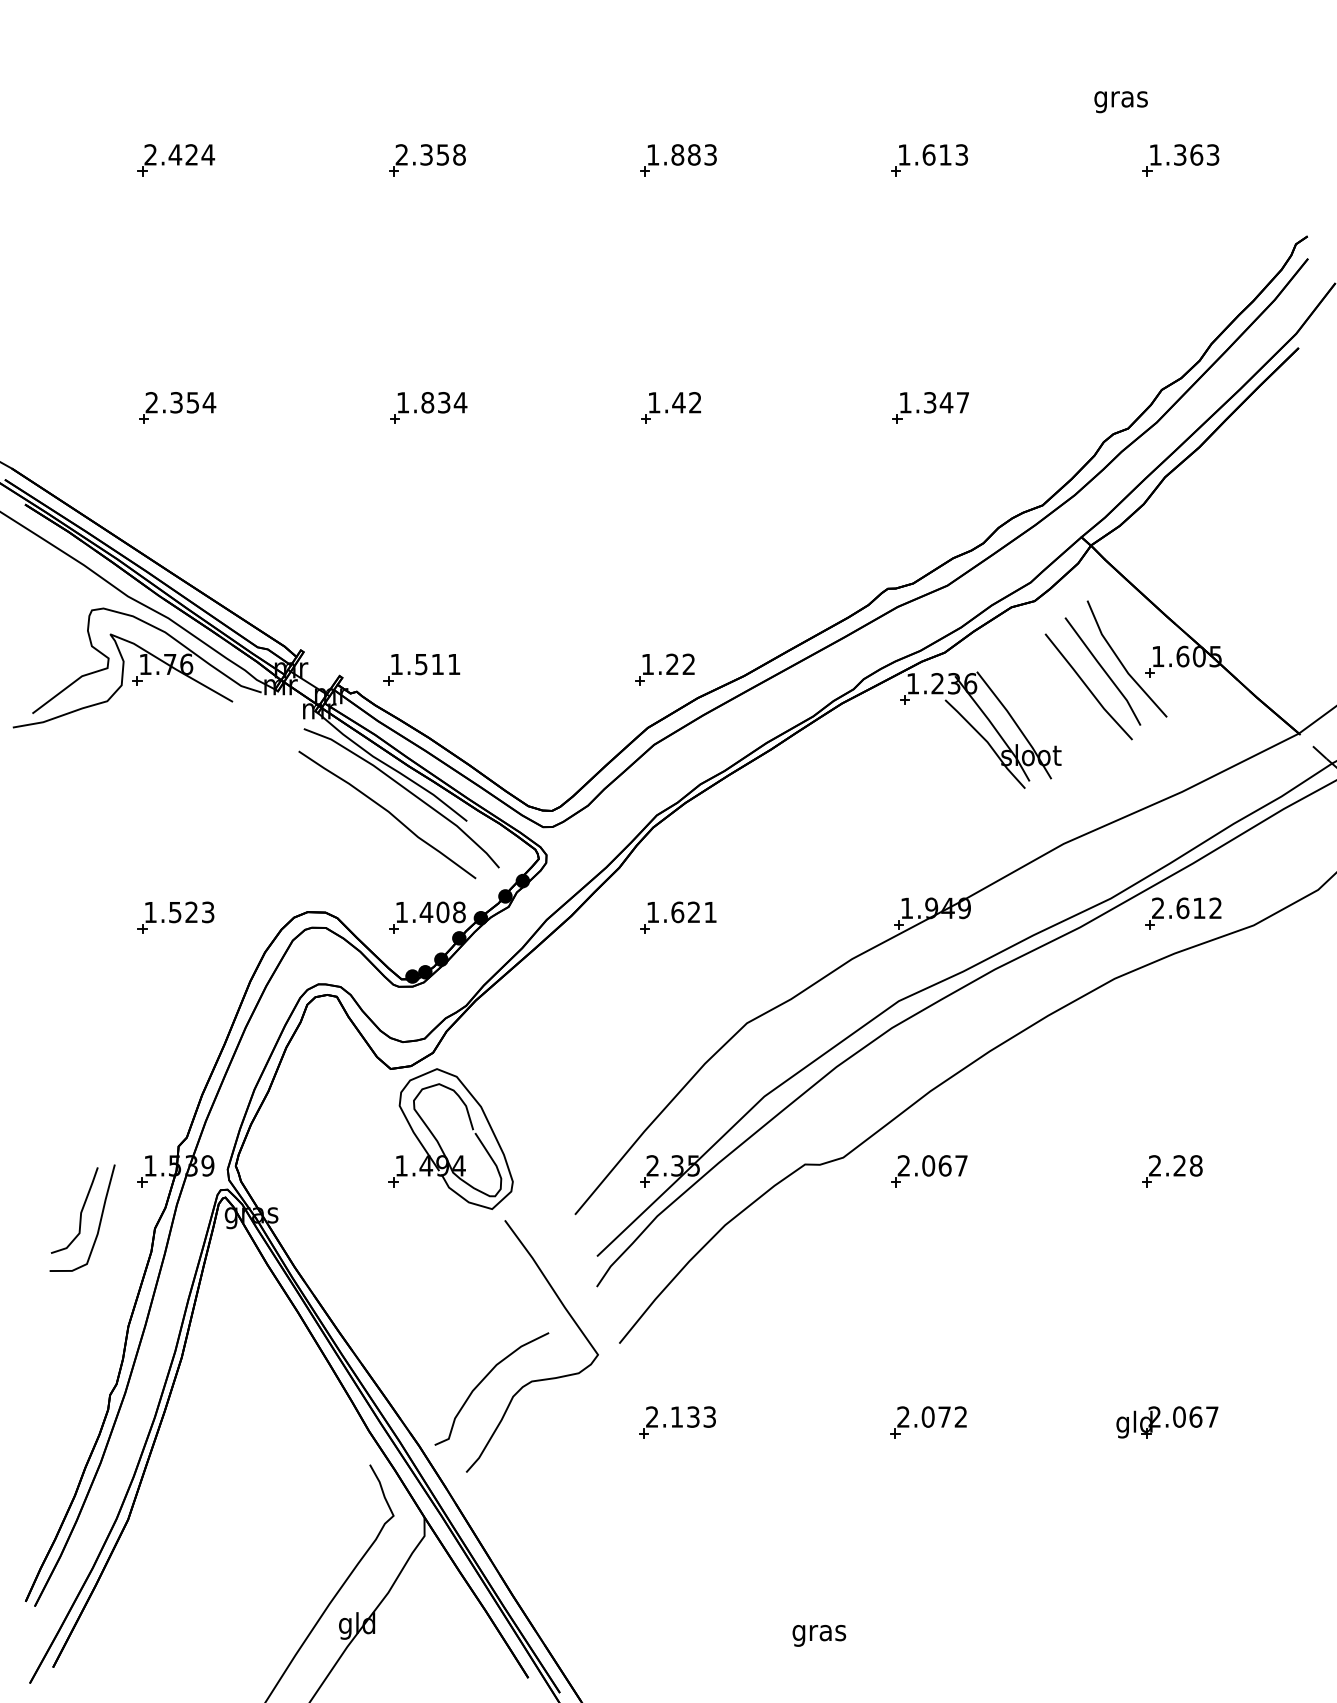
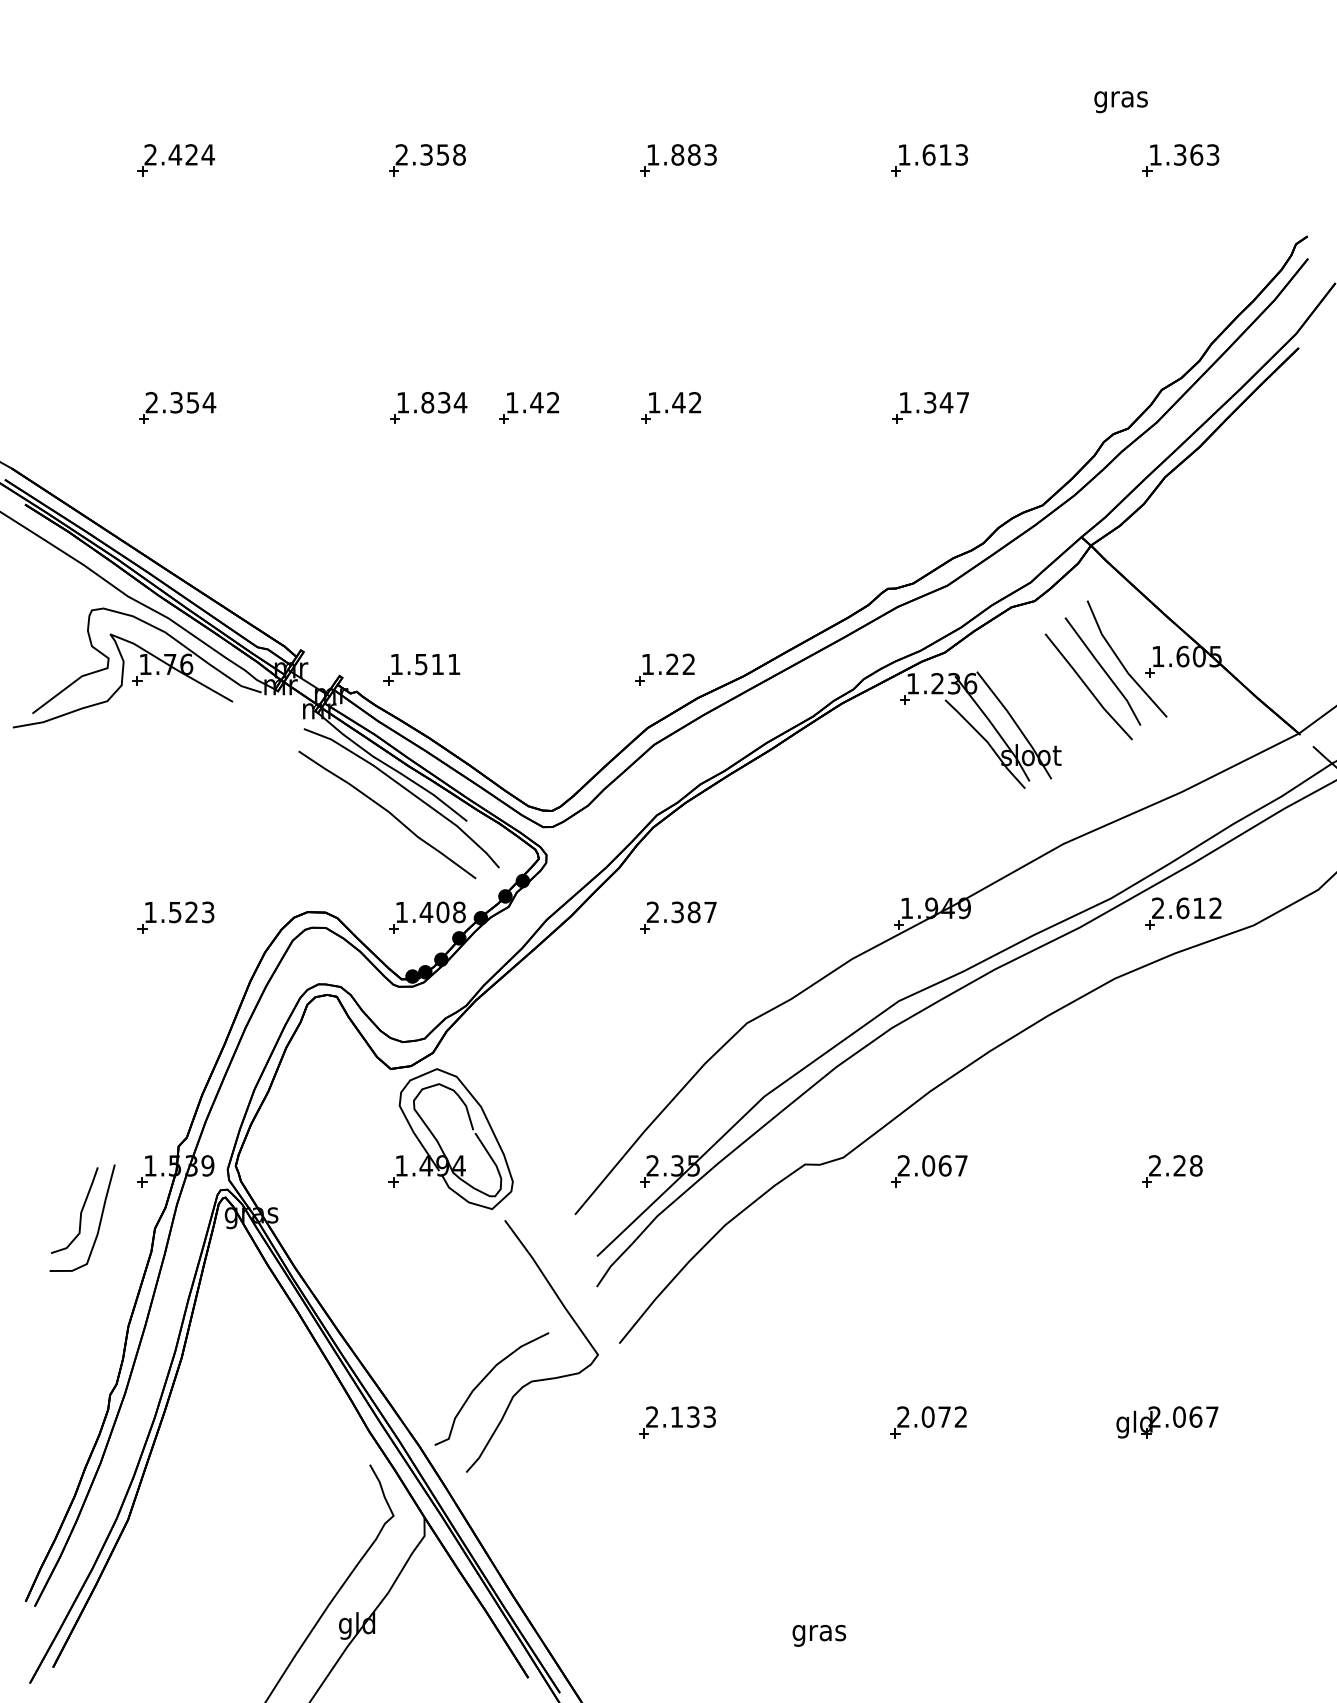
part at (528, 407): none -> present
text at (681, 912): 1.621 -> 2.387
